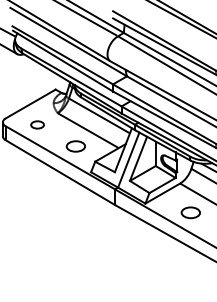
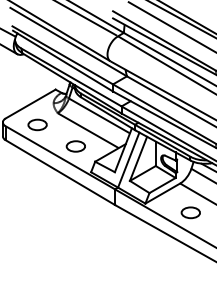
line at (170, 26): none -> present
part at (37, 124) size: 15x10 px -> 21x14 px
